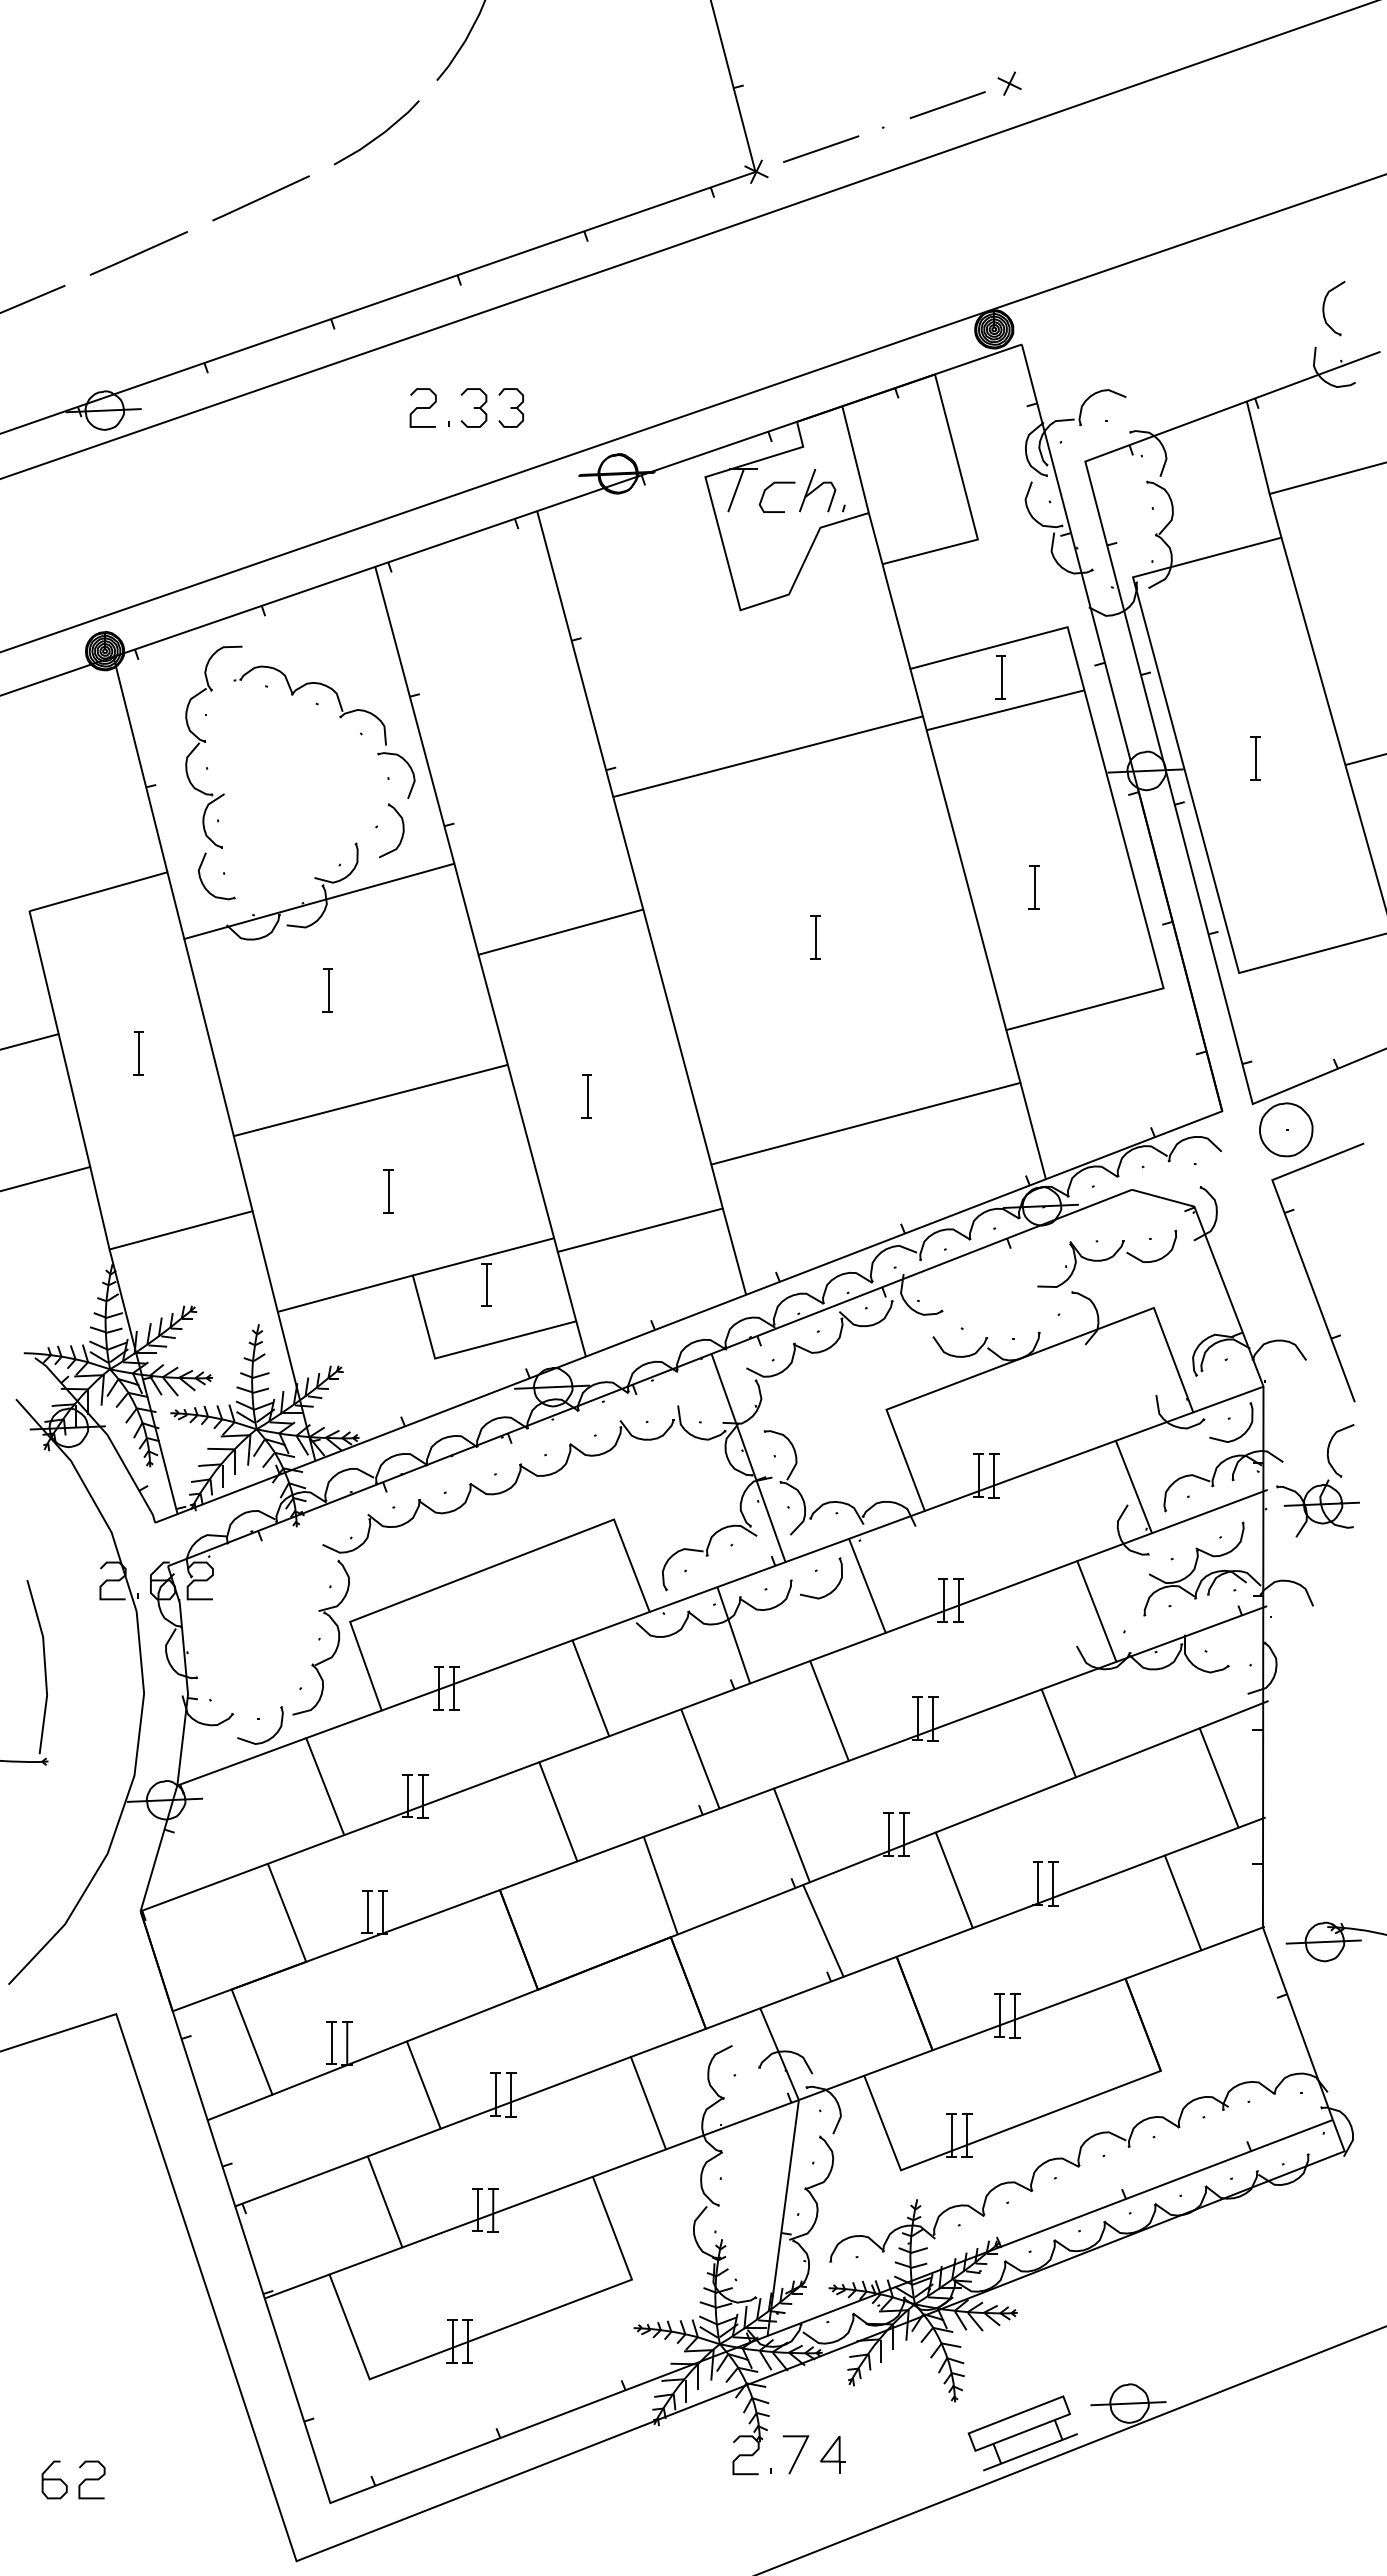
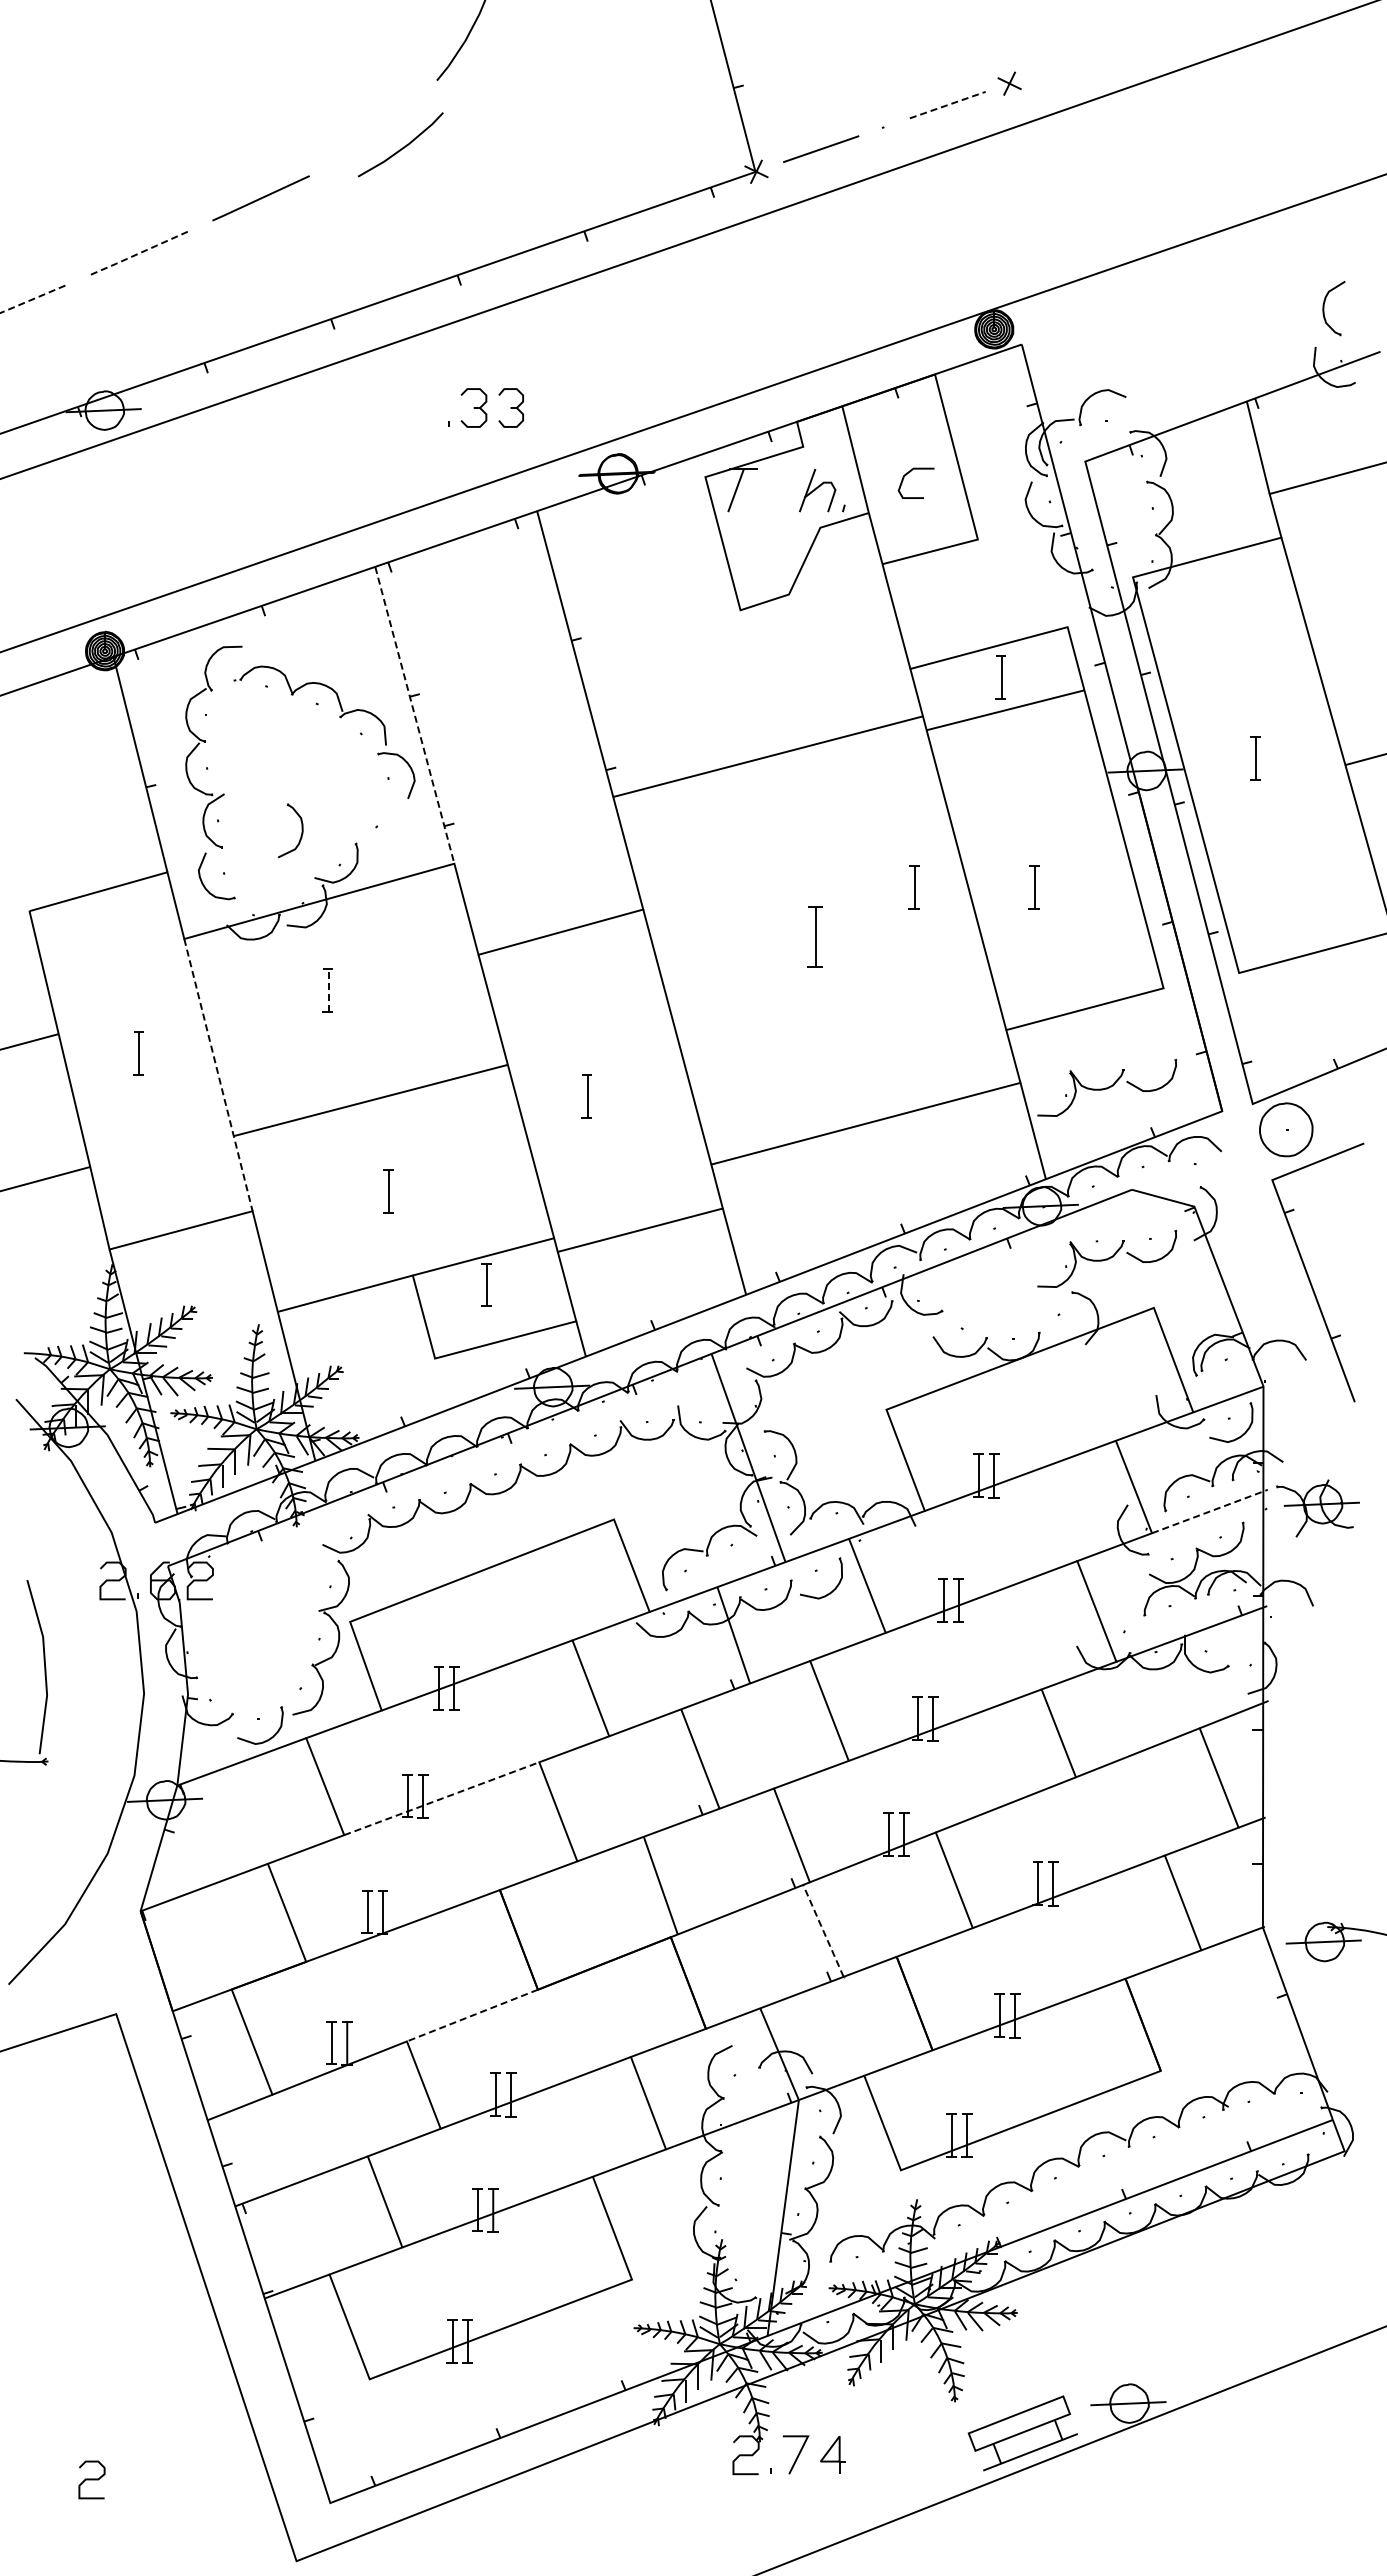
line at (948, 104): solid -> dashed
line at (379, 134) position: (379, 134) -> (403, 146)
line at (137, 254): solid -> dashed
line at (32, 299): solid -> dashed
curve at (422, 407): present -> none
curve at (771, 486) position: (771, 486) -> (910, 472)
line at (414, 715): solid -> dashed
part at (402, 830) position: (402, 830) -> (301, 830)
part at (913, 887): none -> present
part at (815, 937) size: 11x45 px -> 16x62 px
line at (328, 990): solid -> dashed
line at (218, 1076): solid -> dashed
part at (1107, 1087): none -> present
part at (1329, 1448): present -> none
line at (1210, 1511): solid -> dashed
line at (440, 1799): solid -> dashed
line at (823, 1931): solid -> dashed
line at (471, 2015): solid -> dashed
part at (54, 2479): present -> none
